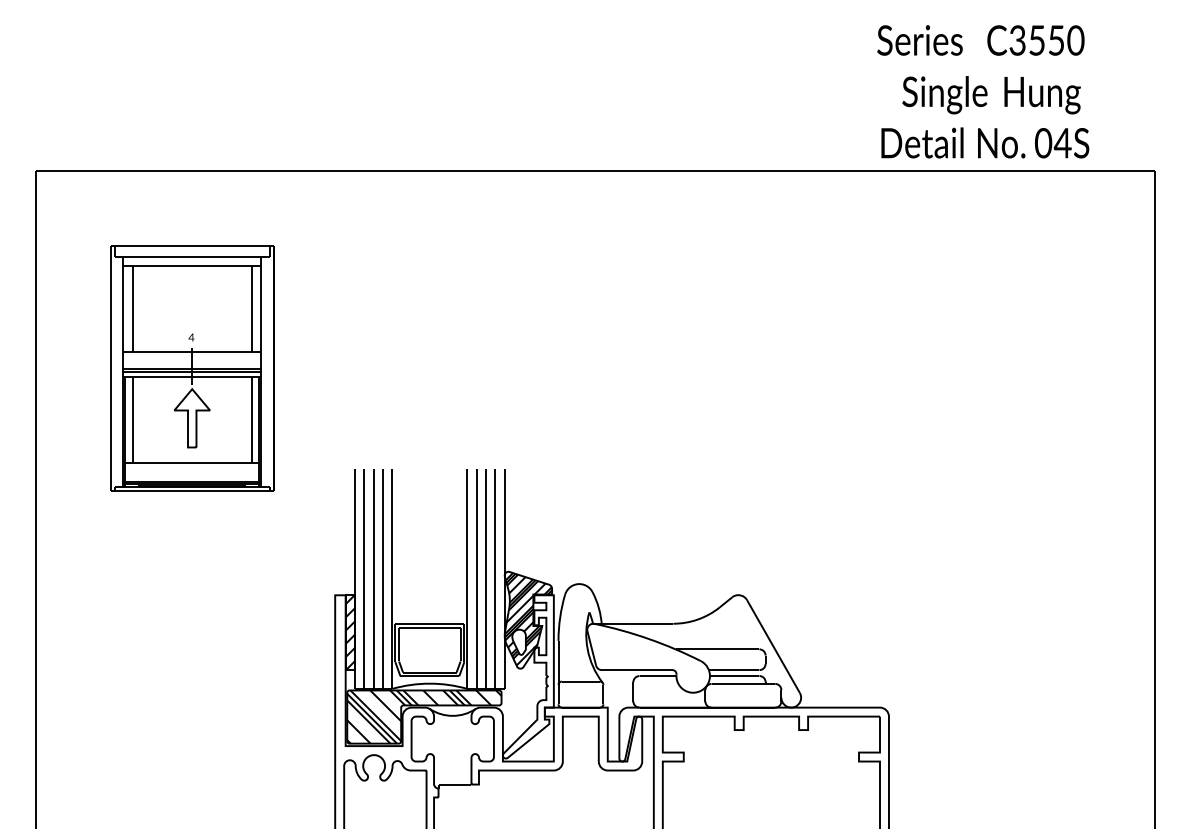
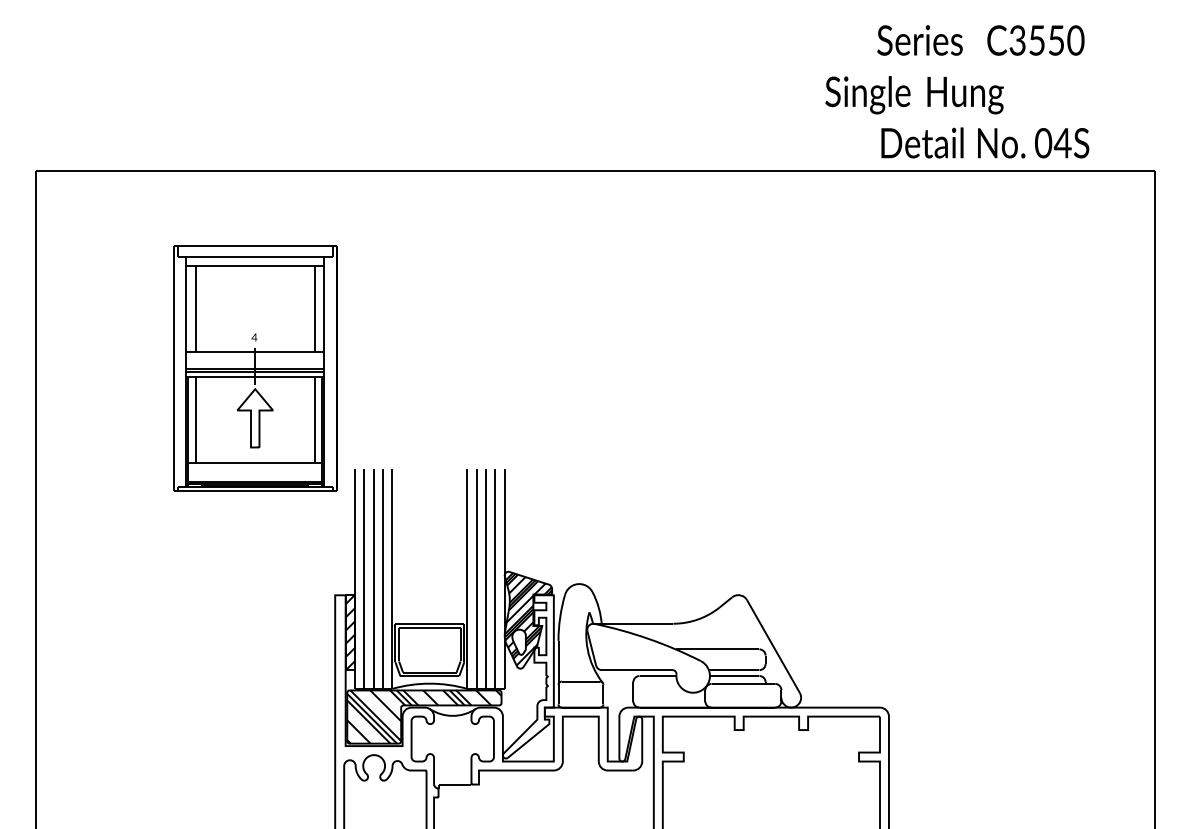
text at (991, 95) position: (991, 95) -> (914, 95)
part at (192, 368) position: (192, 368) -> (255, 368)
